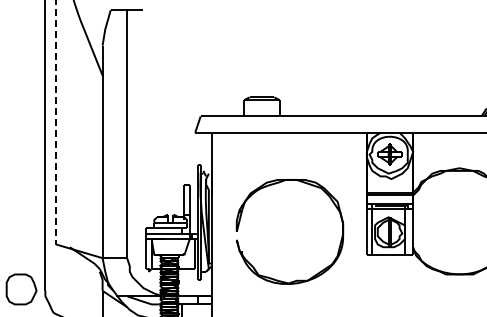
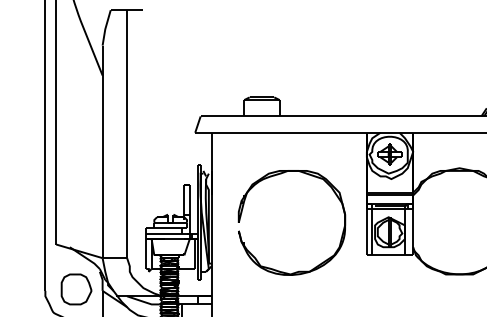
line at (56, 122): dashed -> solid
part at (297, 279) position: (297, 279) -> (299, 270)
part at (21, 289) position: (21, 289) -> (76, 289)
